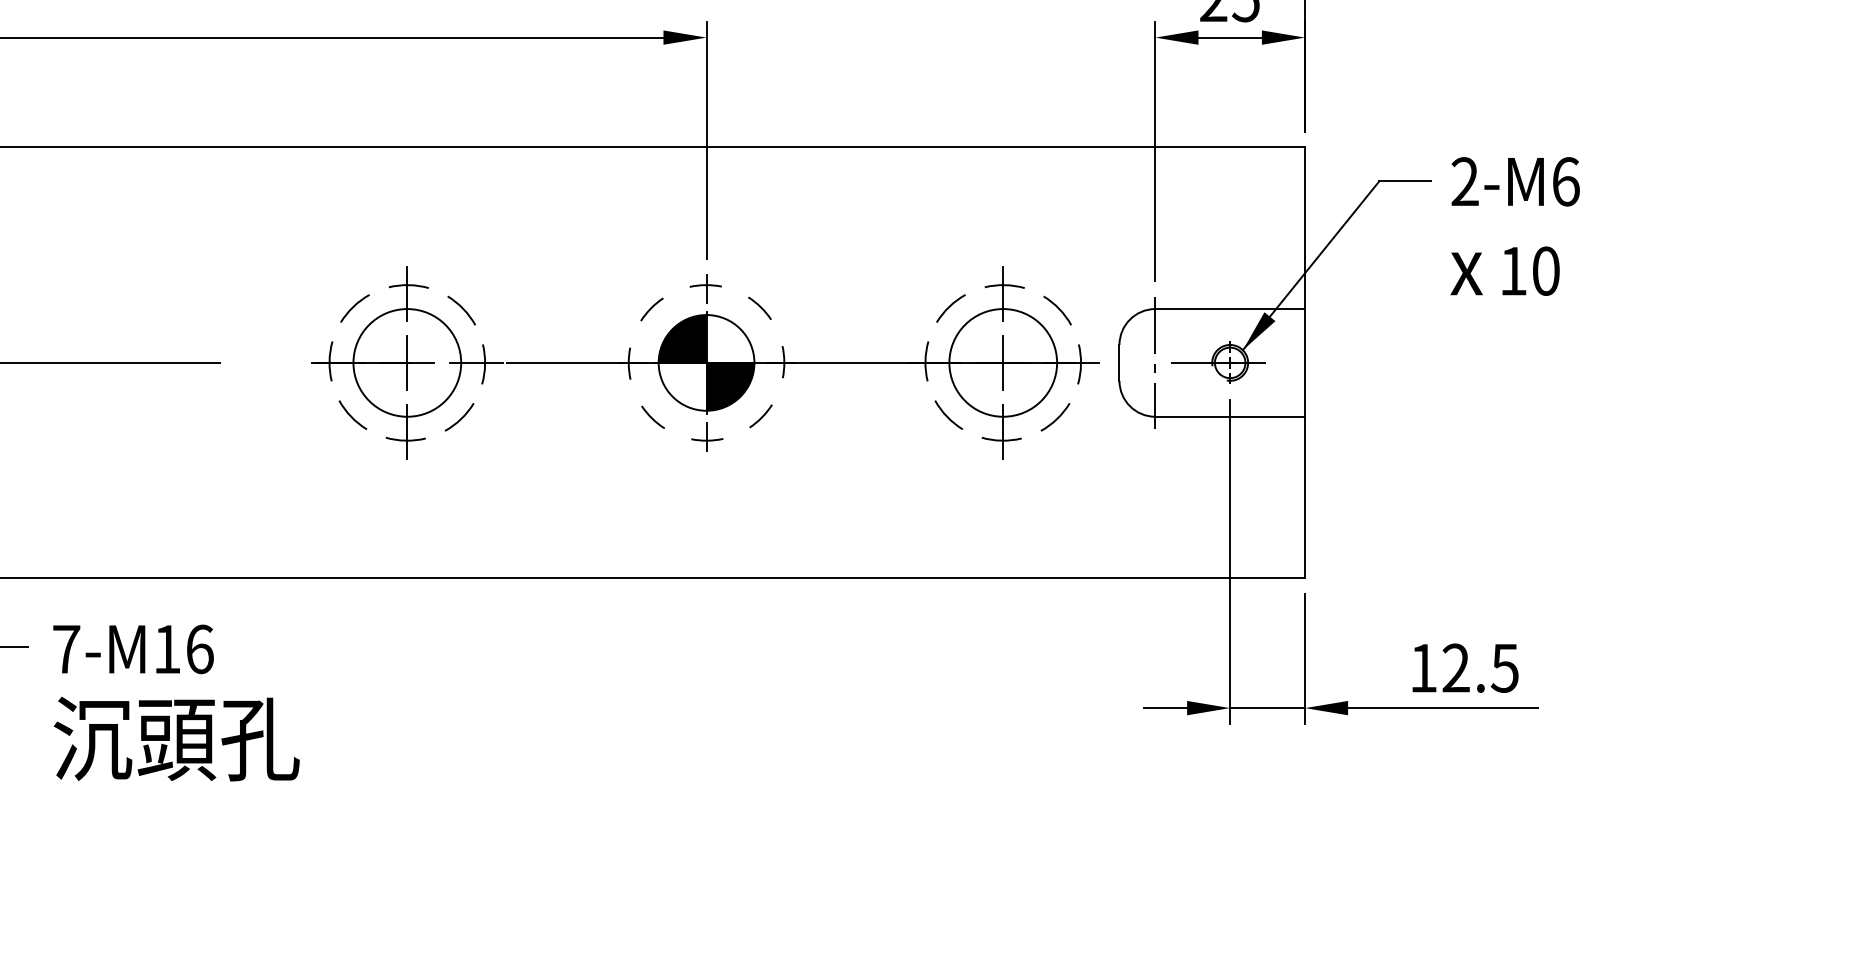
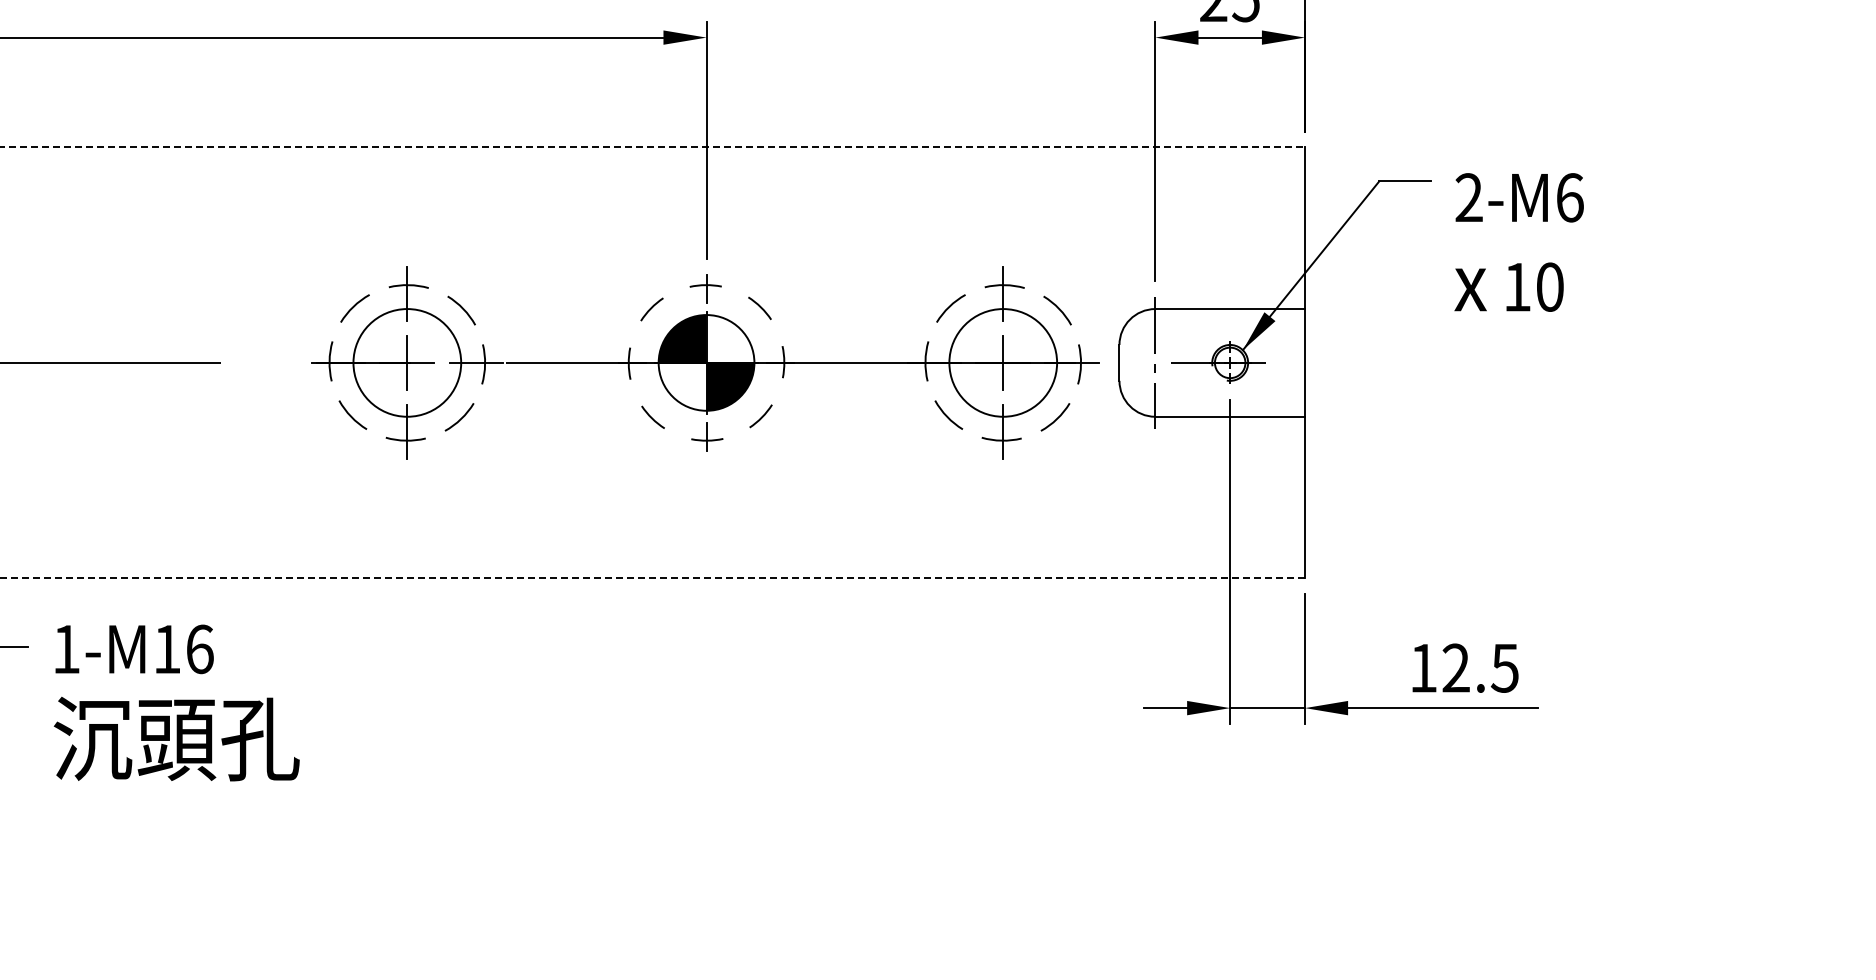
line at (653, 147): solid -> dashed
text at (1514, 226) position: (1514, 226) -> (1518, 242)
line at (652, 578): solid -> dashed
text at (66, 649): 7-M16 -> 1-M16
